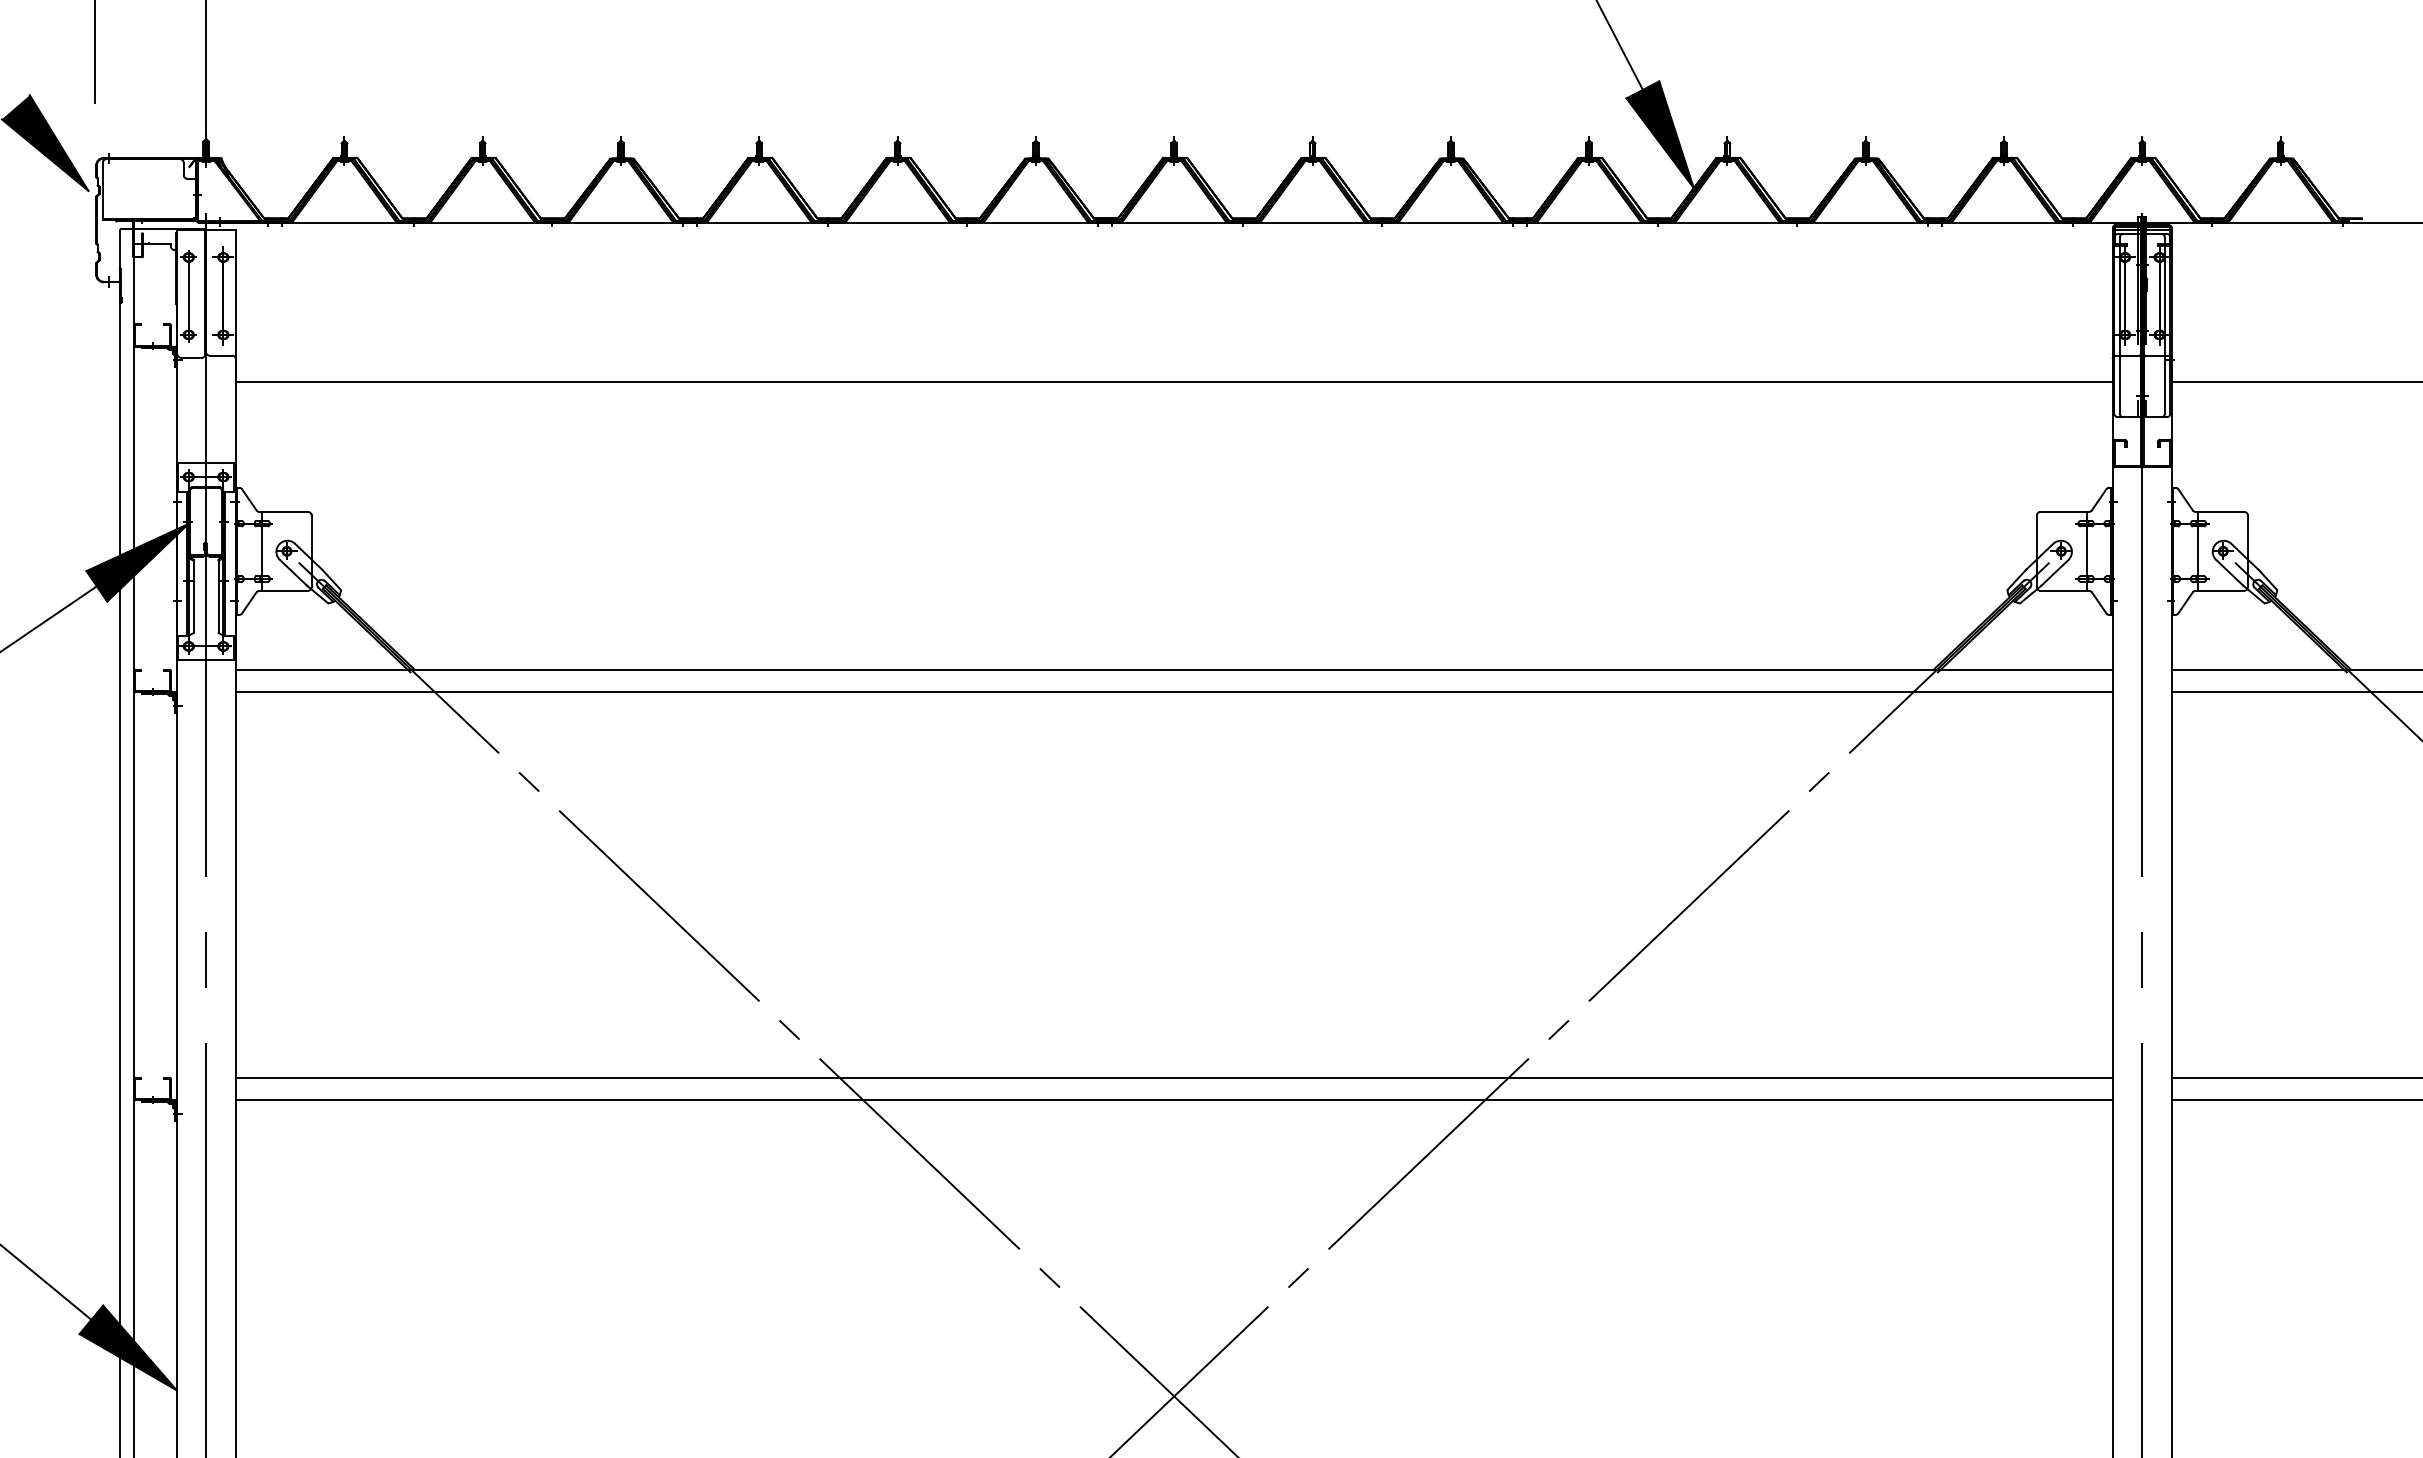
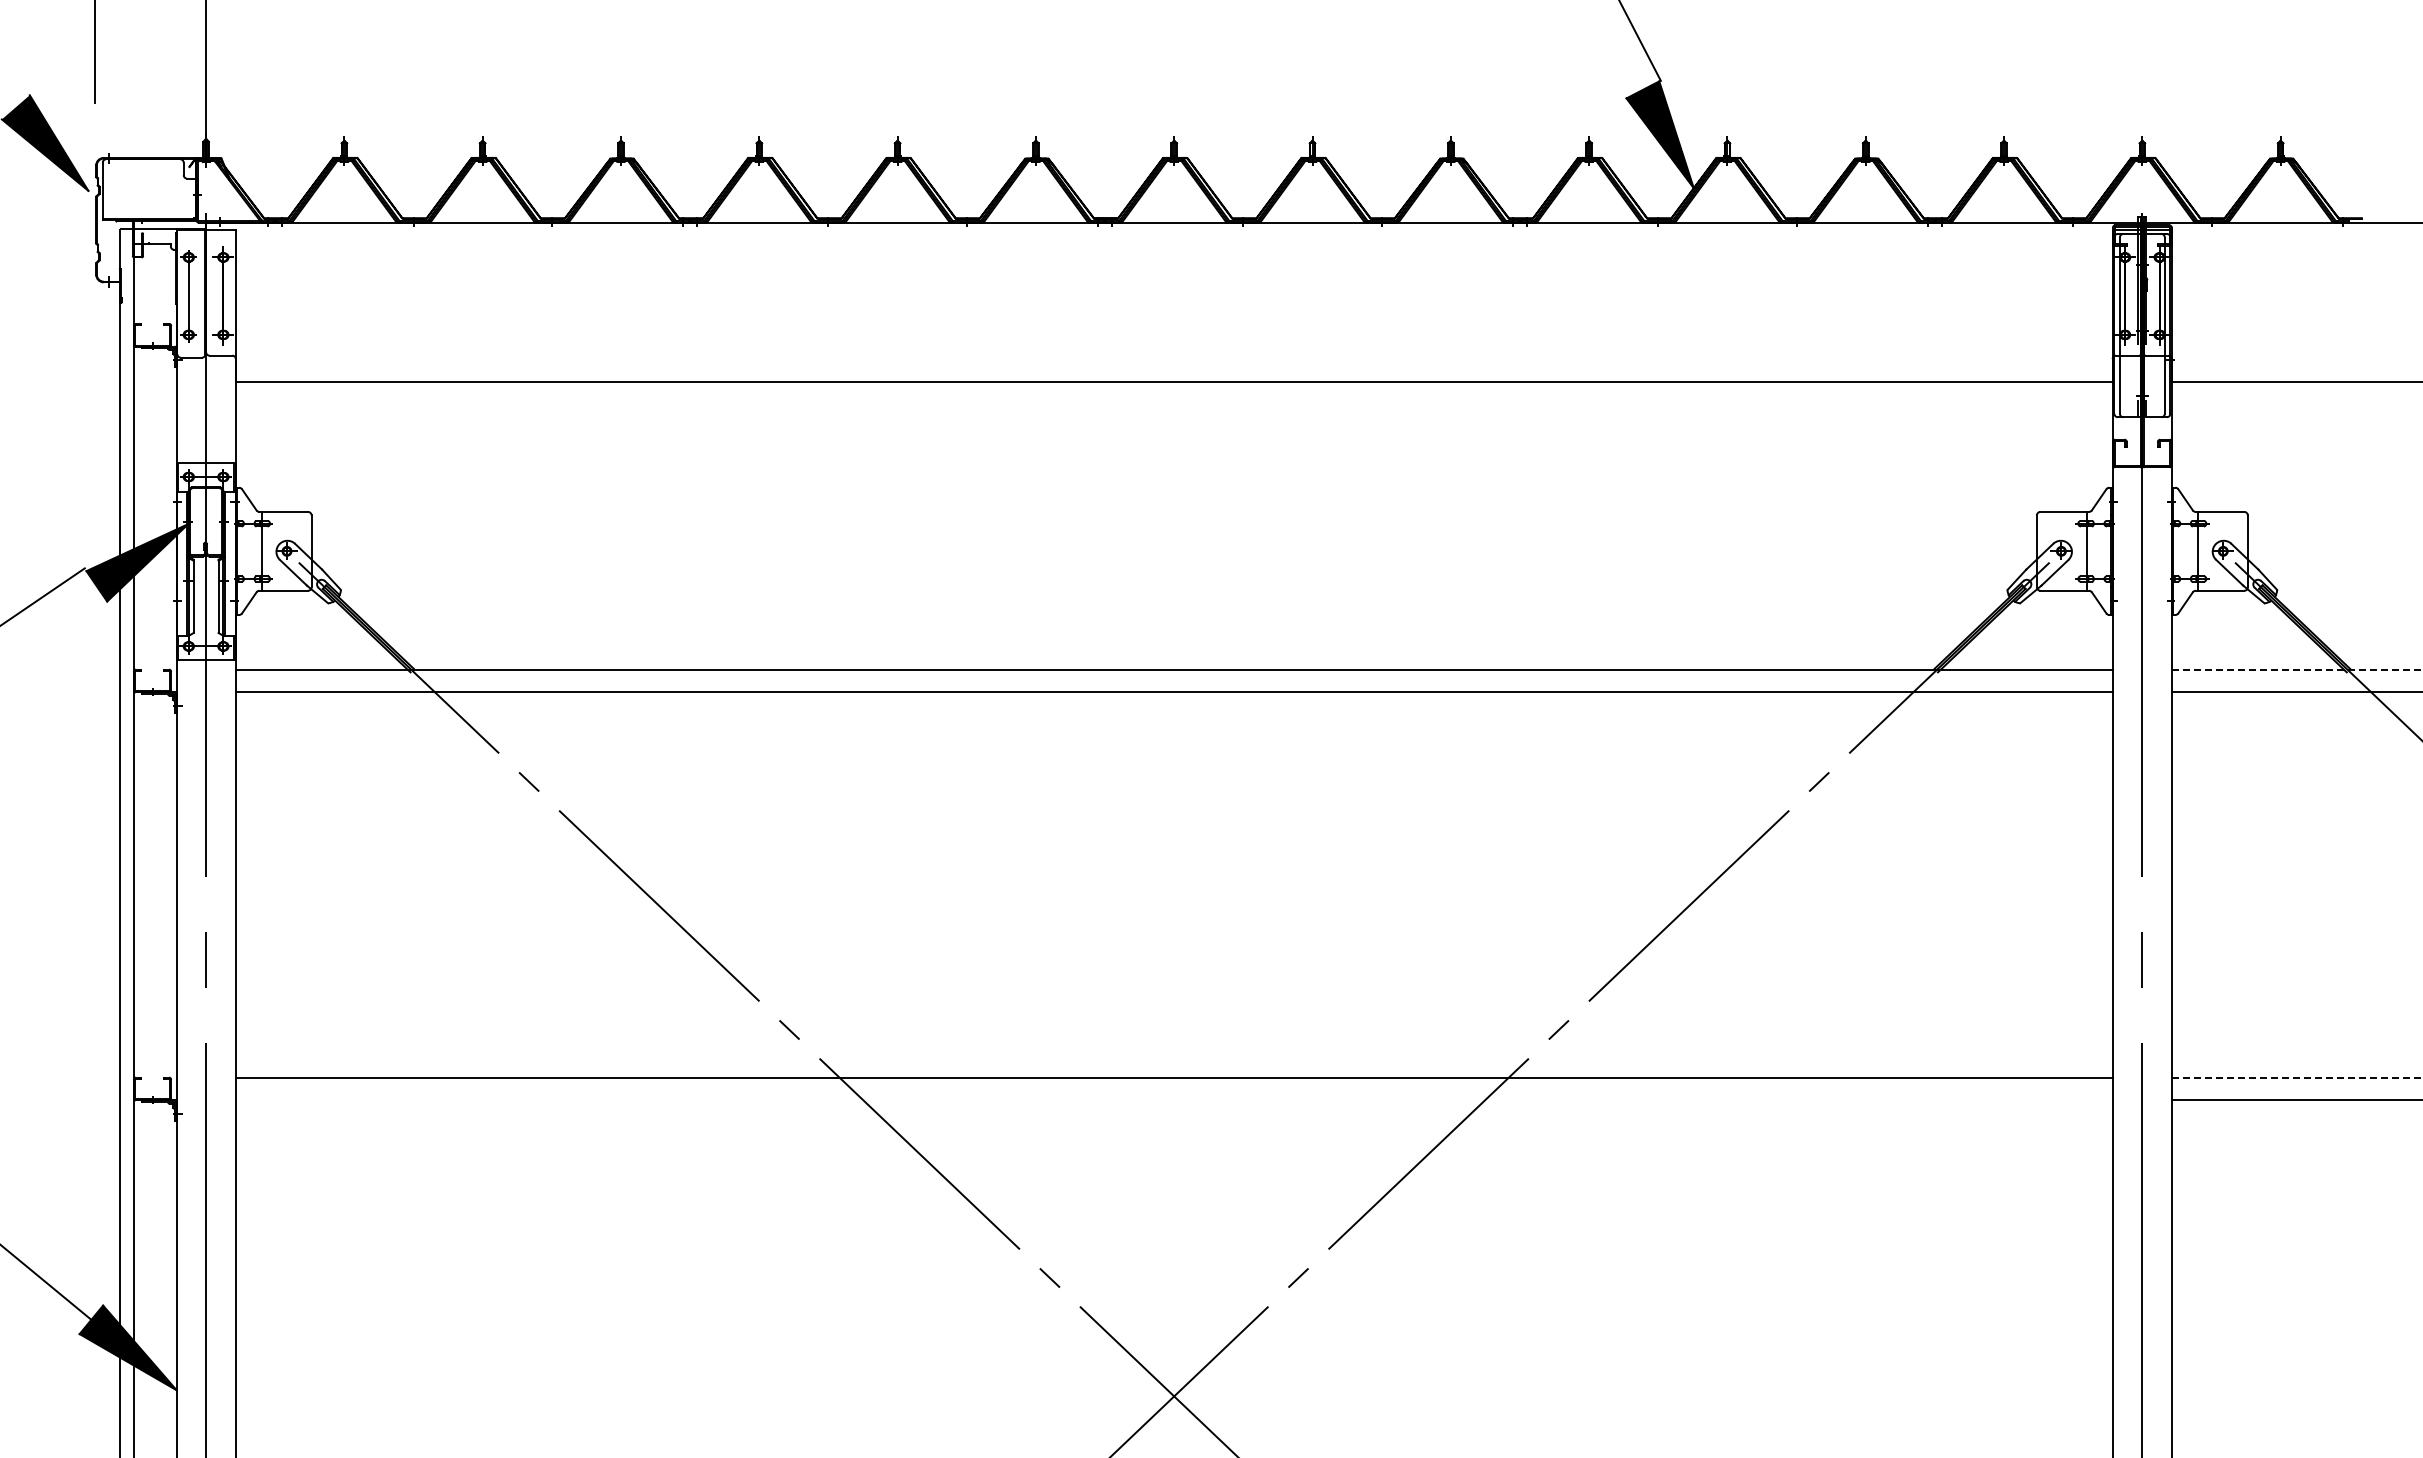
line at (1619, 45) position: (1619, 45) -> (1640, 41)
line at (49, 618) position: (49, 618) -> (43, 596)
line at (2297, 669): solid -> dashed
line at (2297, 1077): solid -> dashed
line at (1173, 1100): present -> none
